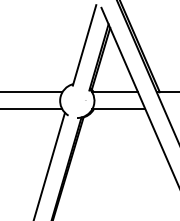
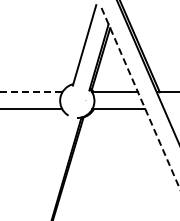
line at (31, 92): solid -> dashed
line at (140, 97): solid -> dashed
line at (49, 164): present -> none
